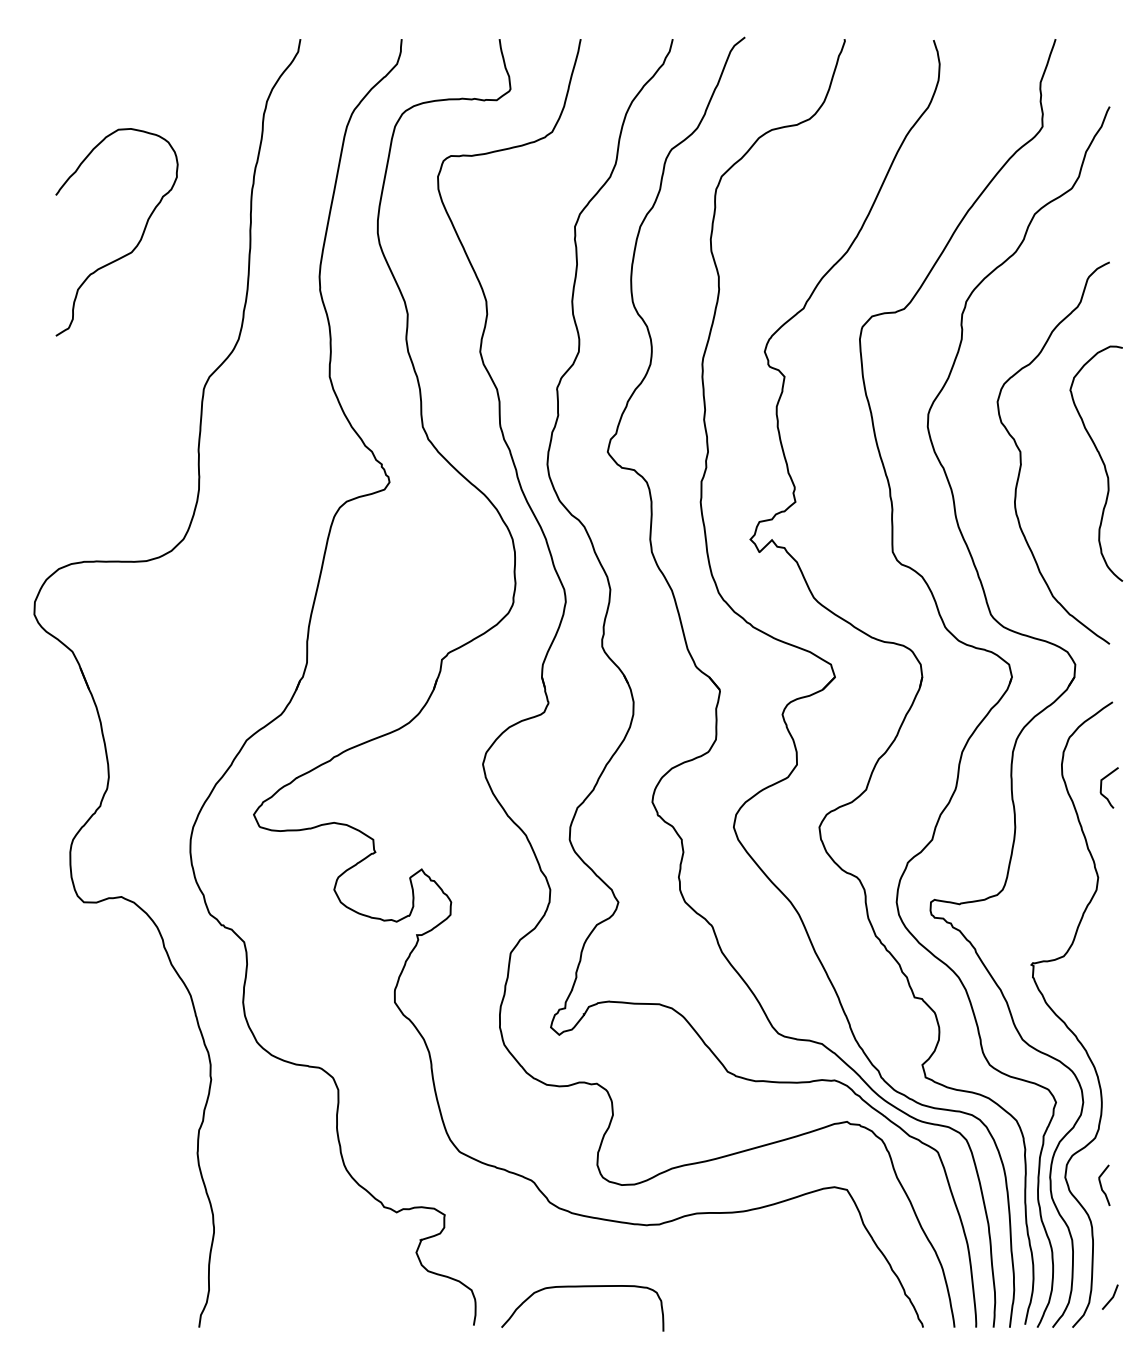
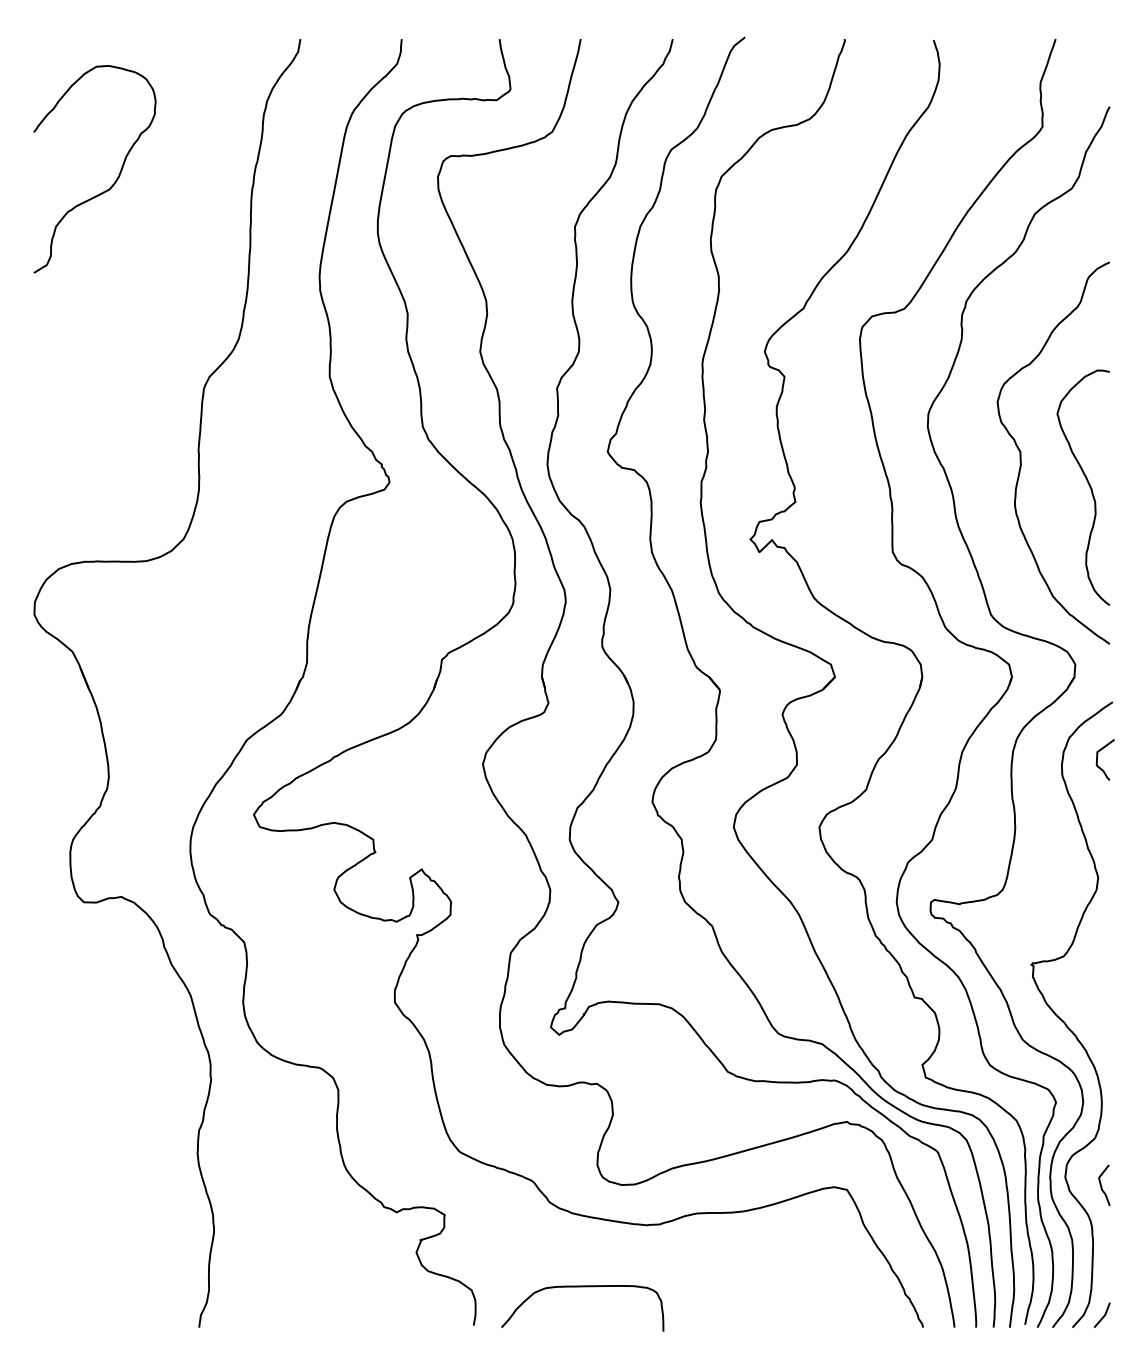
curve at (136, 244) position: (136, 244) -> (114, 181)
curve at (1101, 461) position: (1101, 461) -> (1088, 485)
curve at (1101, 787) position: (1101, 787) -> (1097, 759)
line at (1111, 1297) position: (1111, 1297) -> (1103, 1315)
